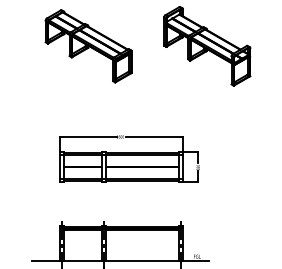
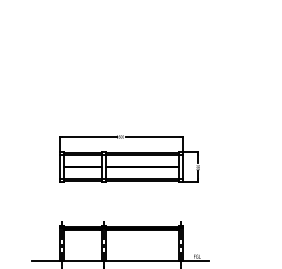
part at (88, 46): present -> none
part at (207, 46): present -> none
